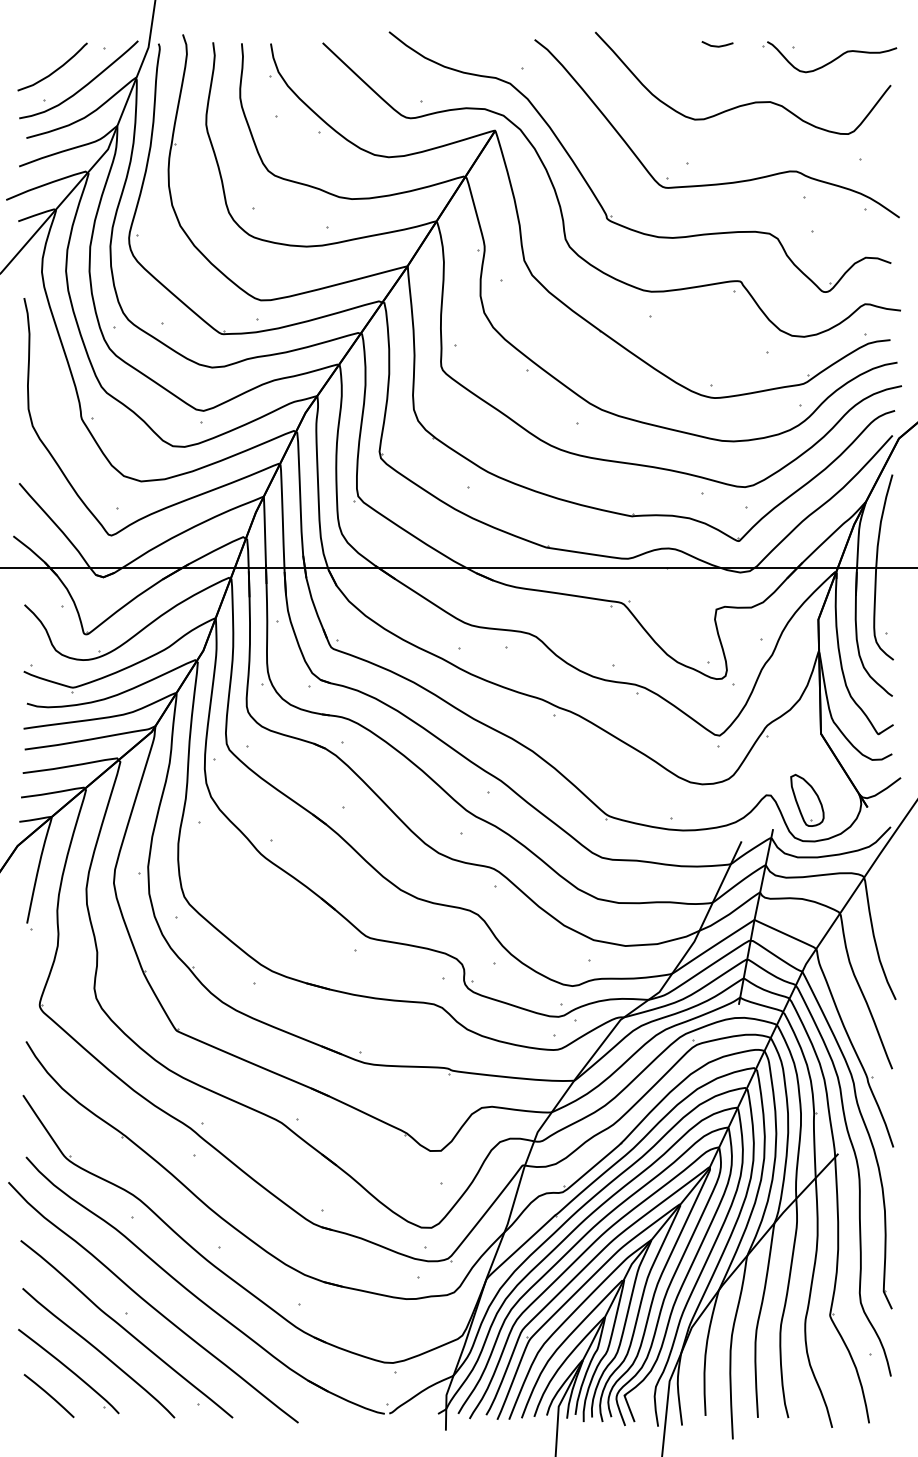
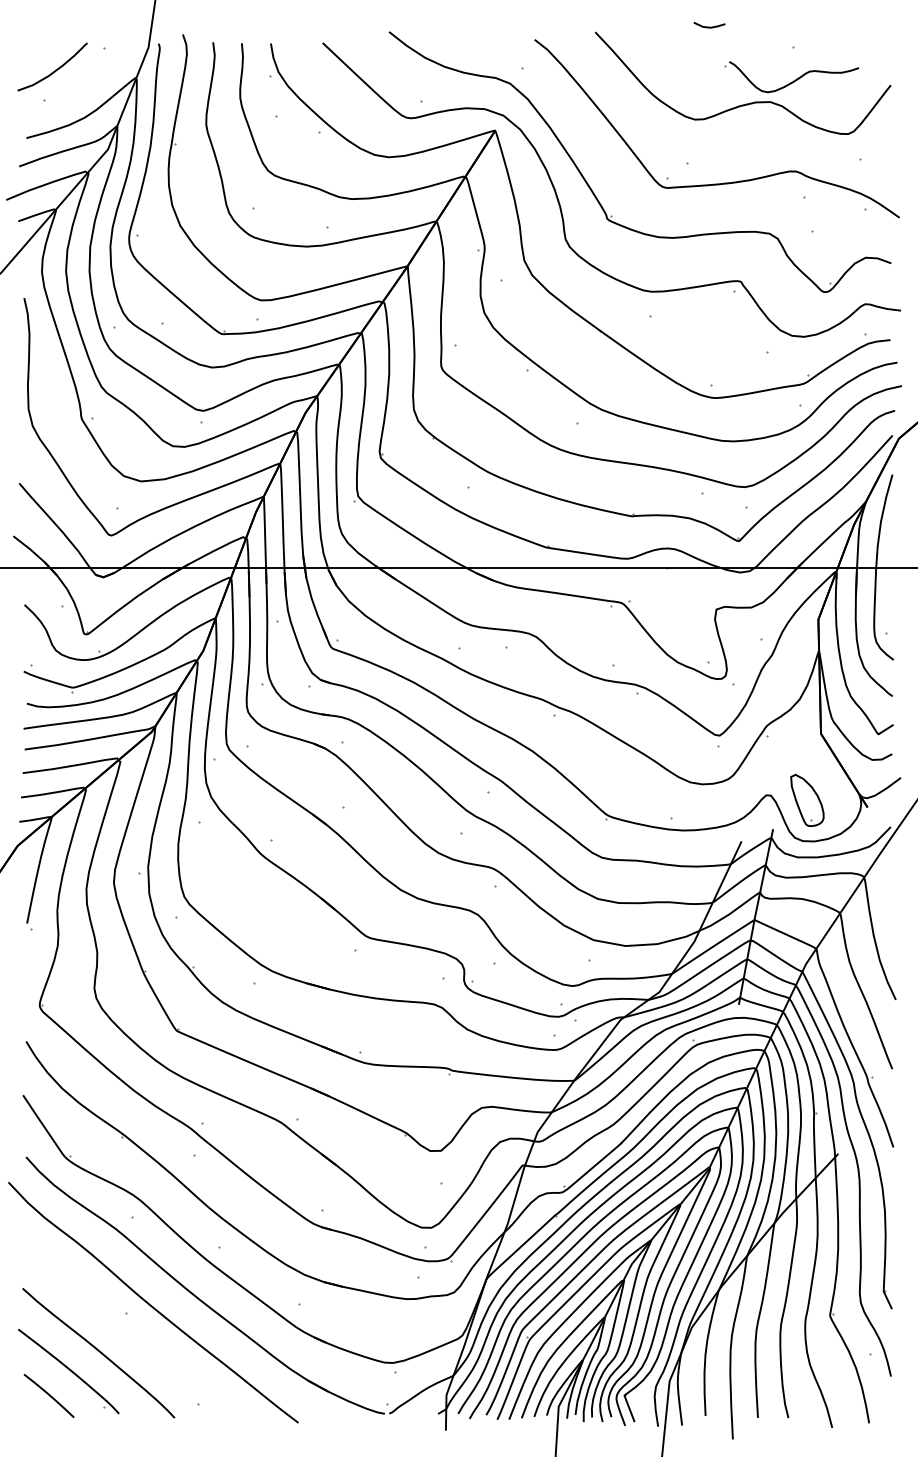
line at (717, 45) position: (717, 45) -> (709, 26)
part at (829, 57) position: (829, 57) -> (791, 77)
curve at (84, 85): present -> none
curve at (126, 1329): present -> none
